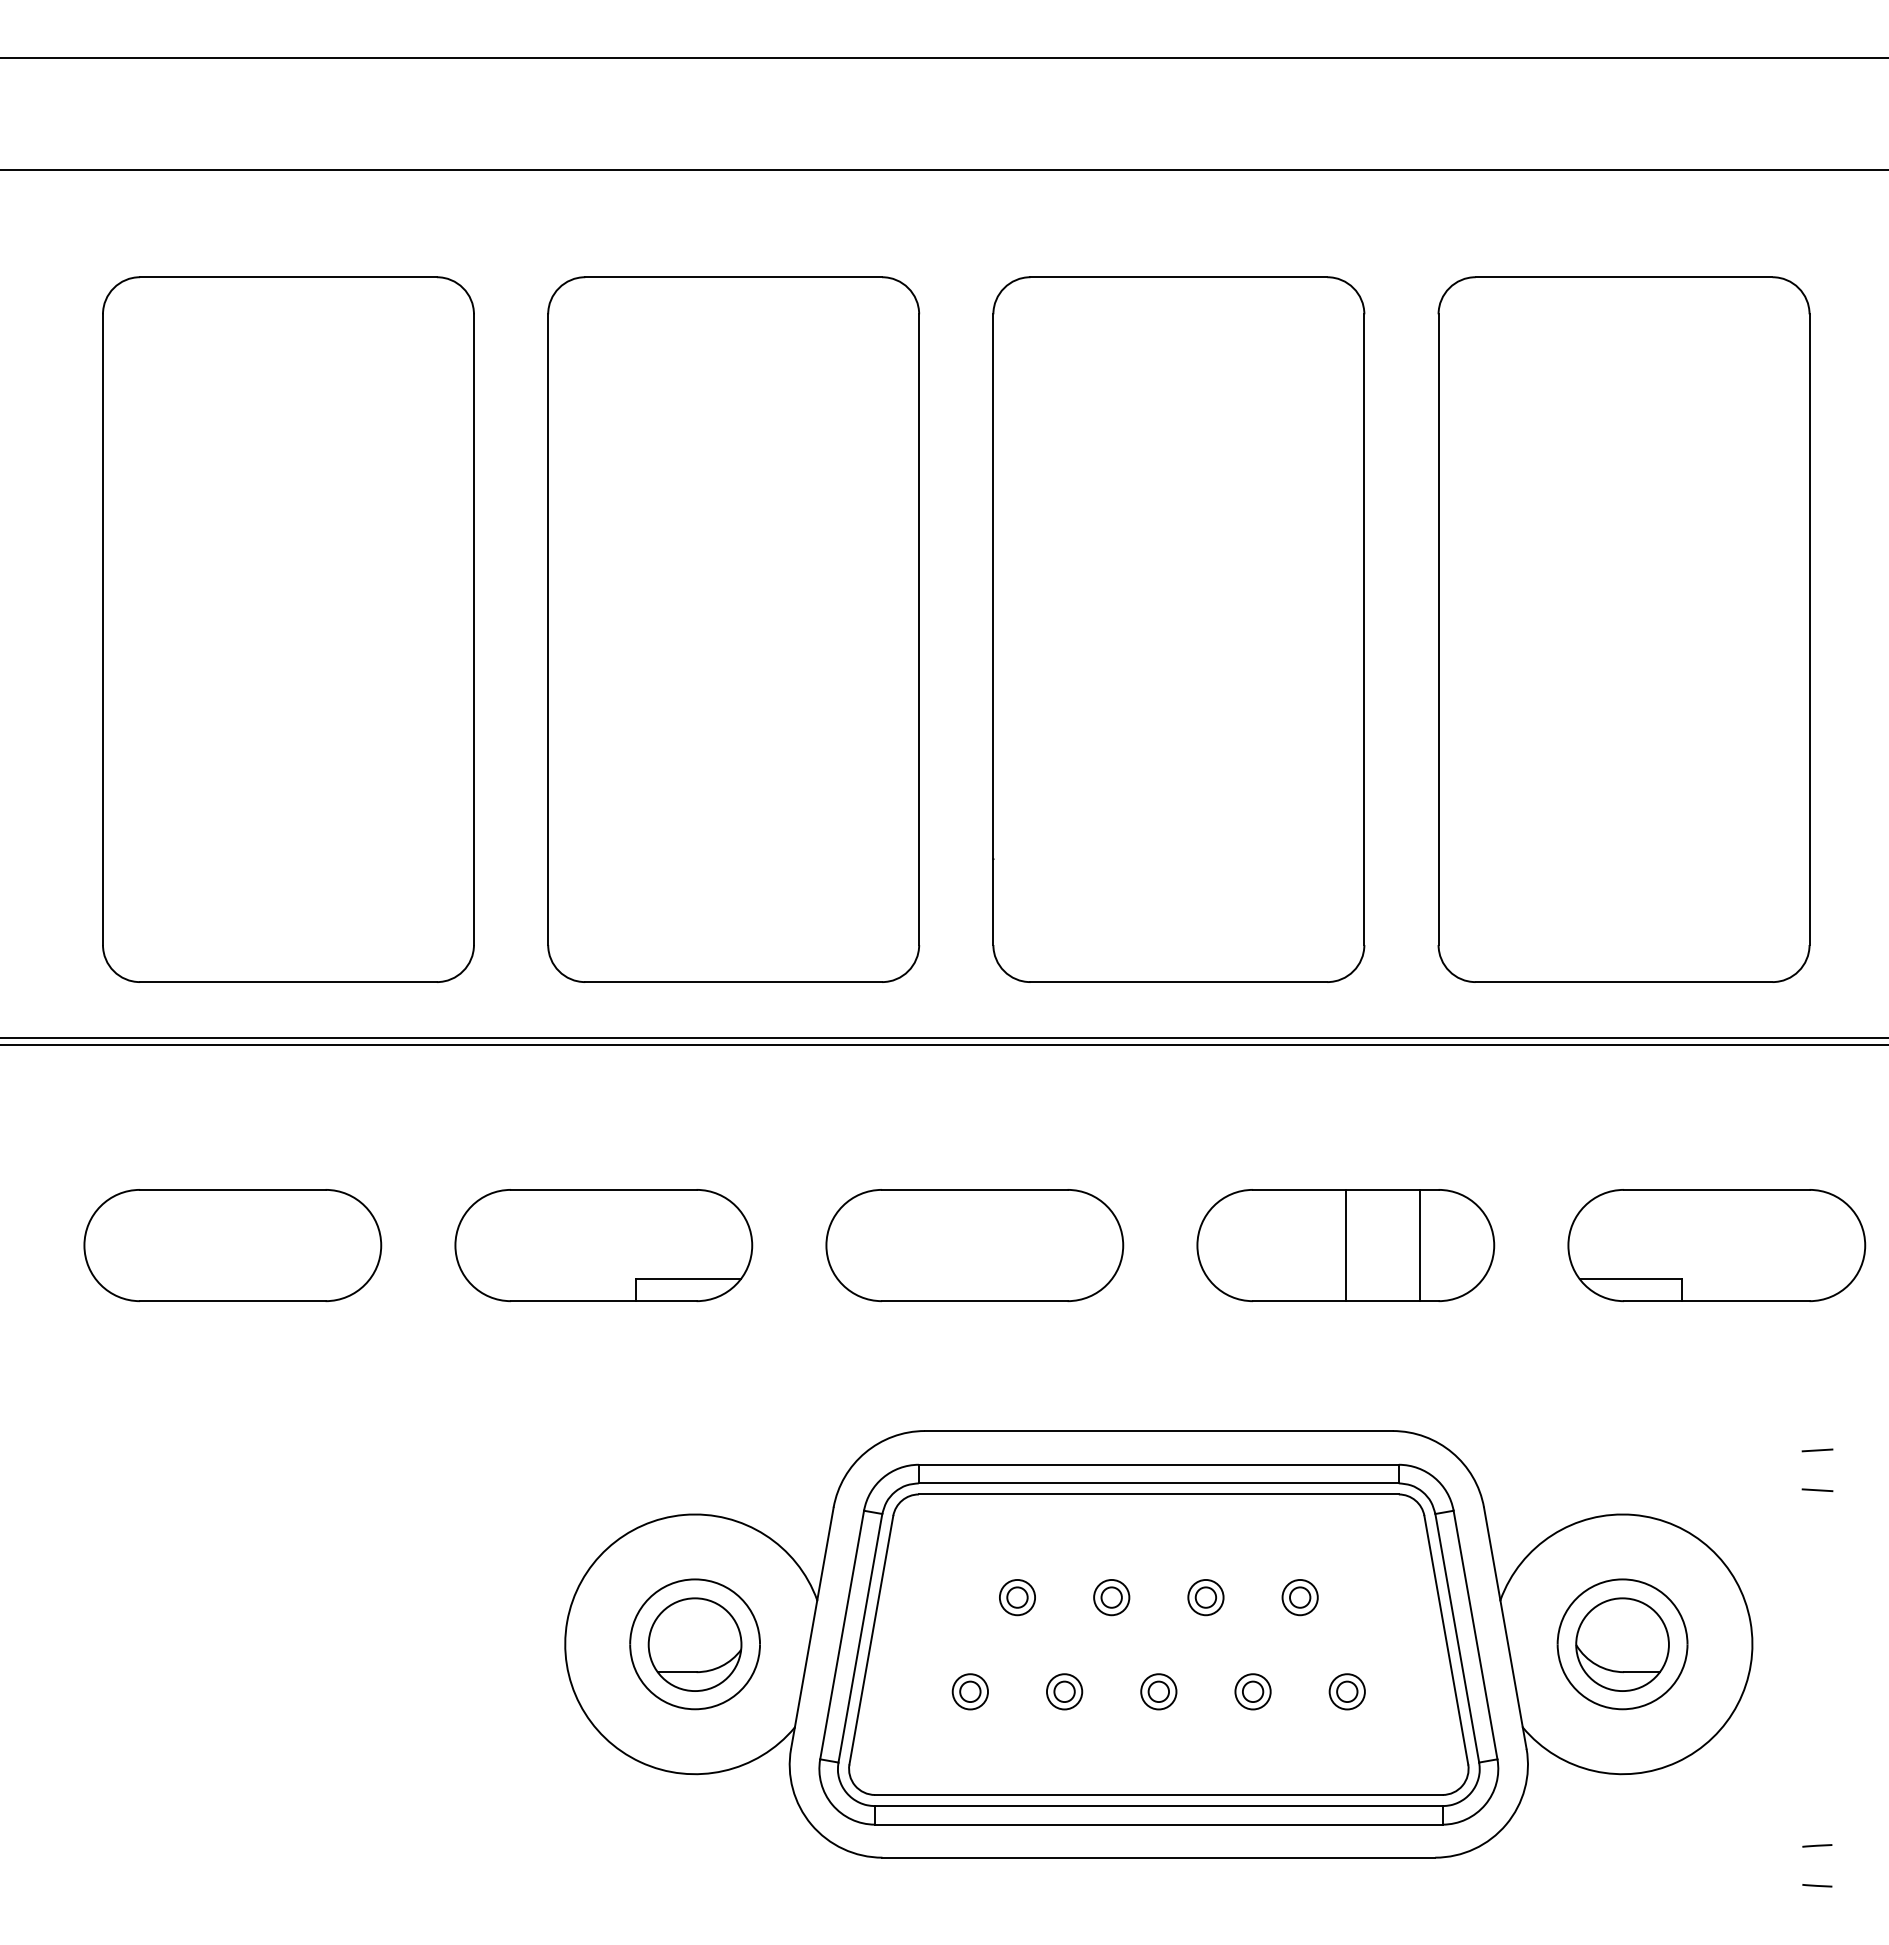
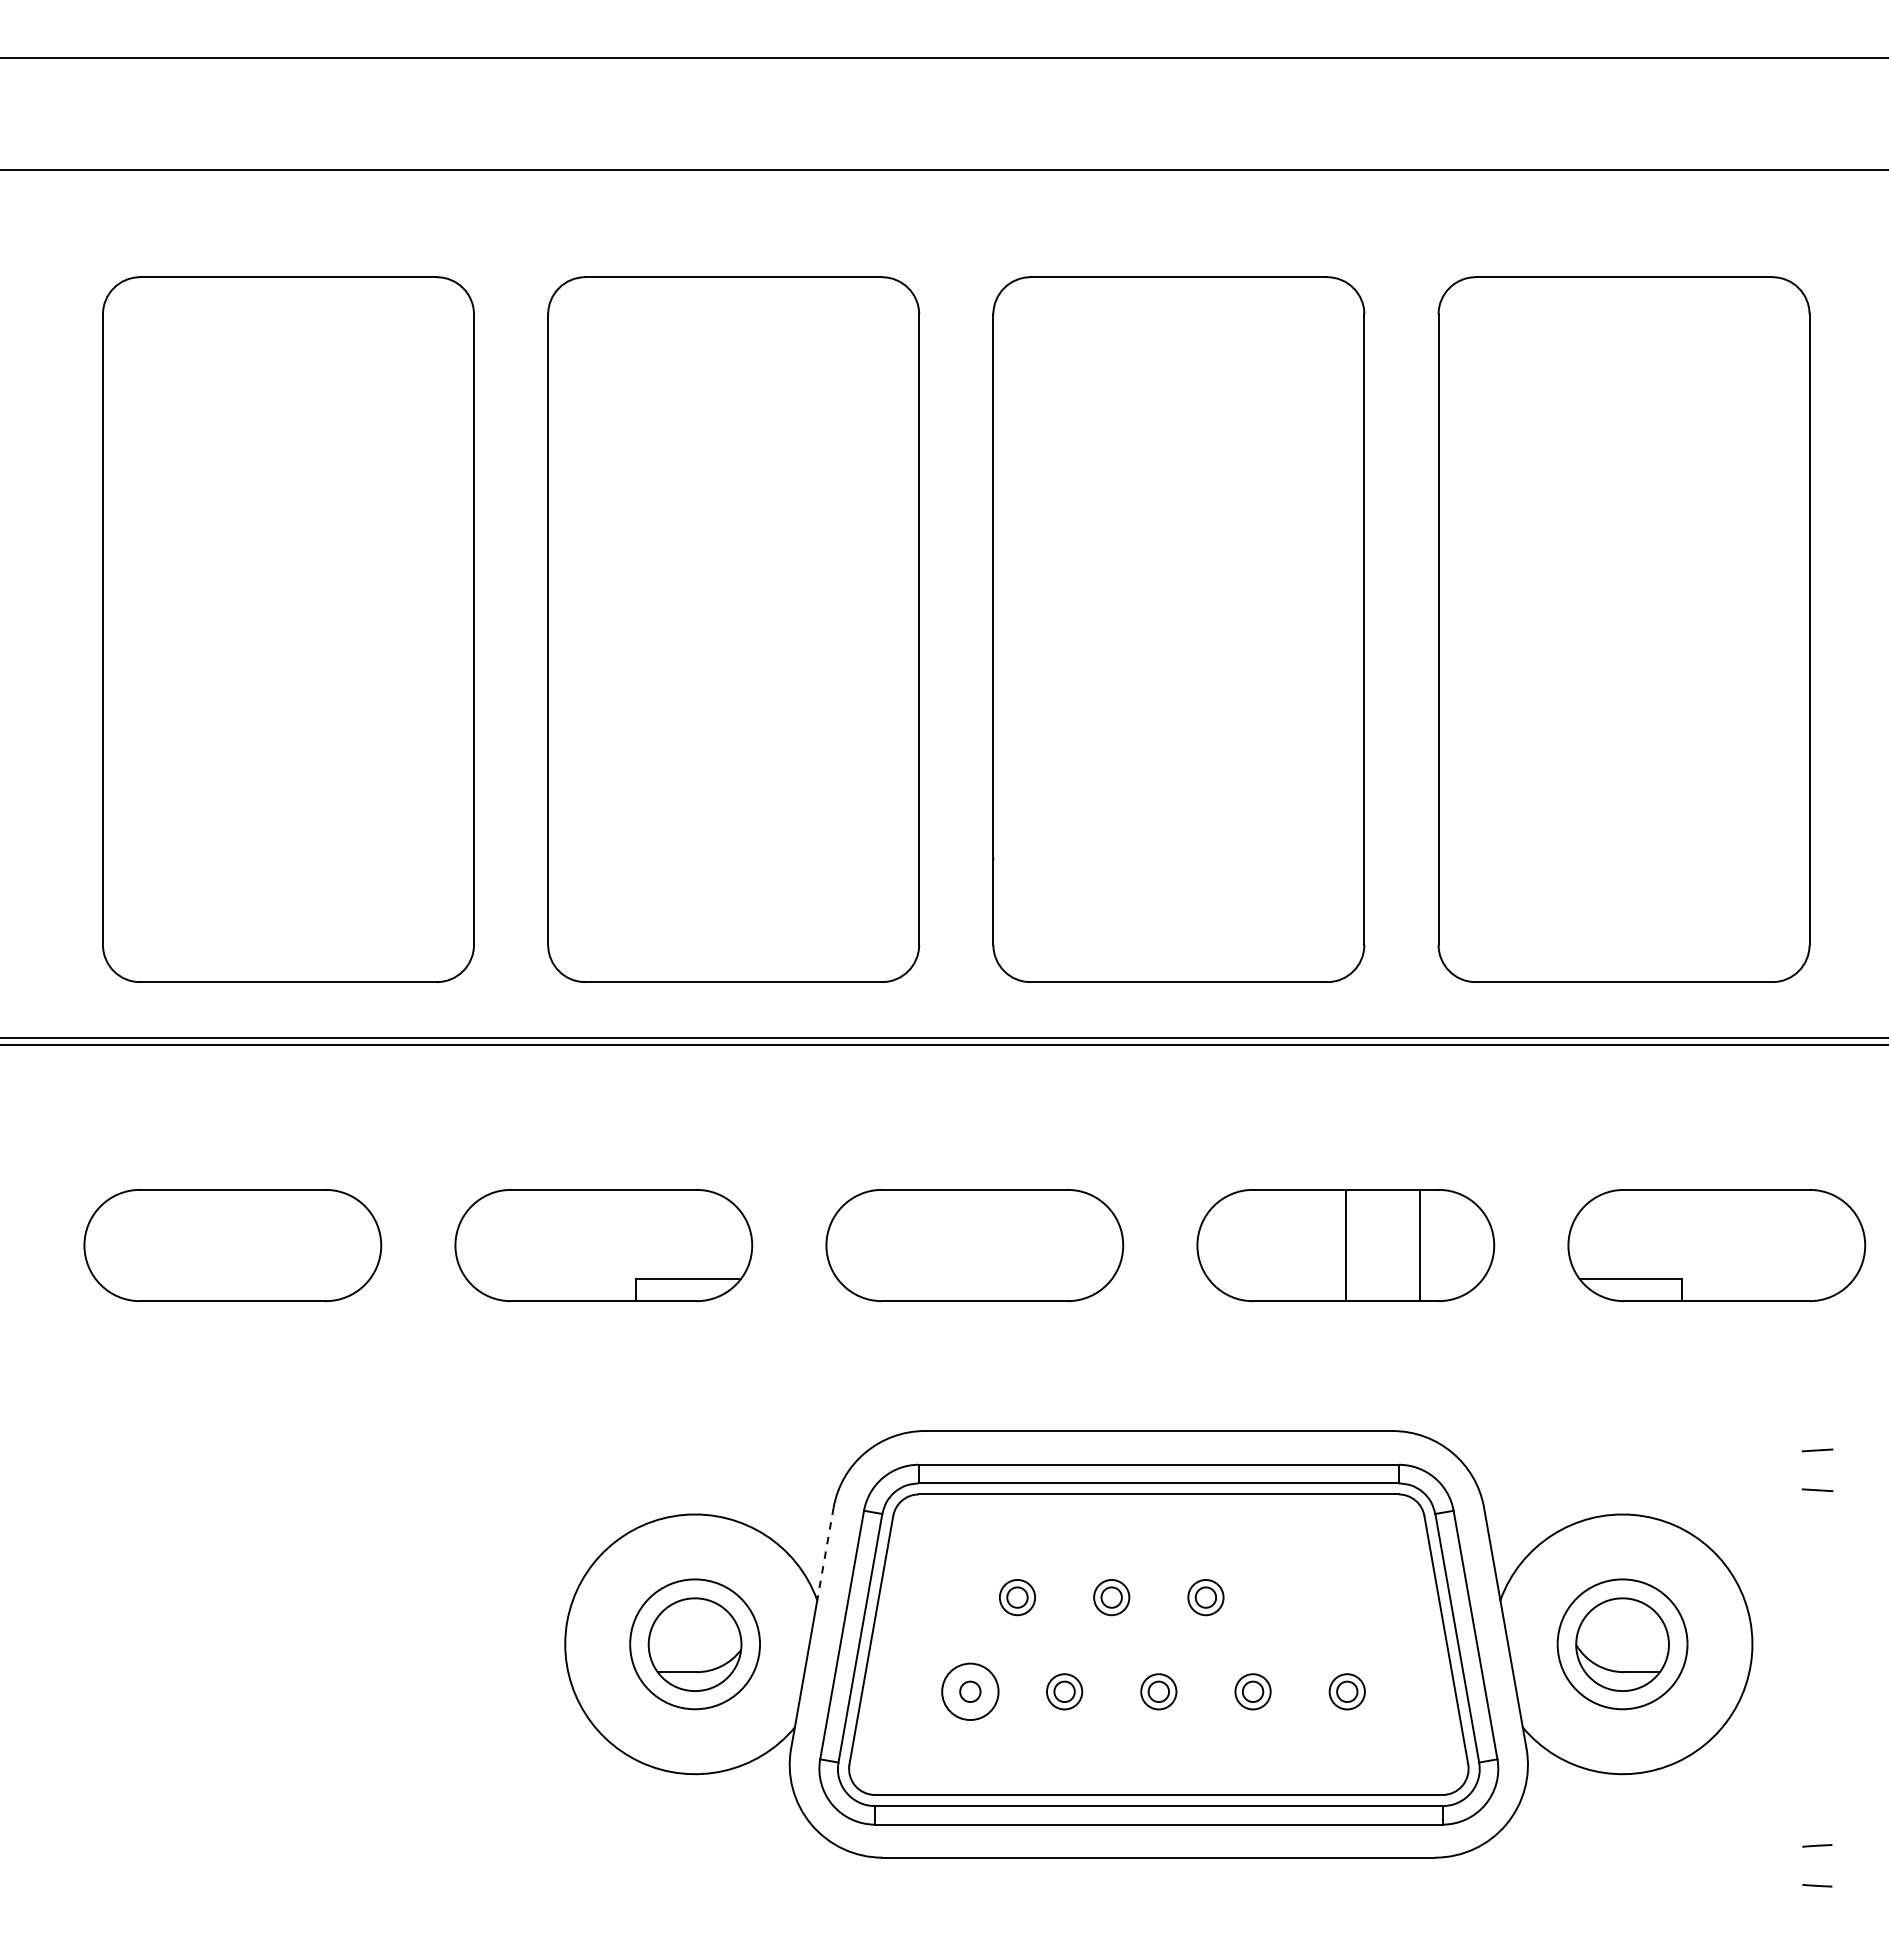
line at (825, 1554): solid -> dashed
part at (1299, 1597): present -> none
circle at (970, 1691) diameter: 35 px -> 56 px
